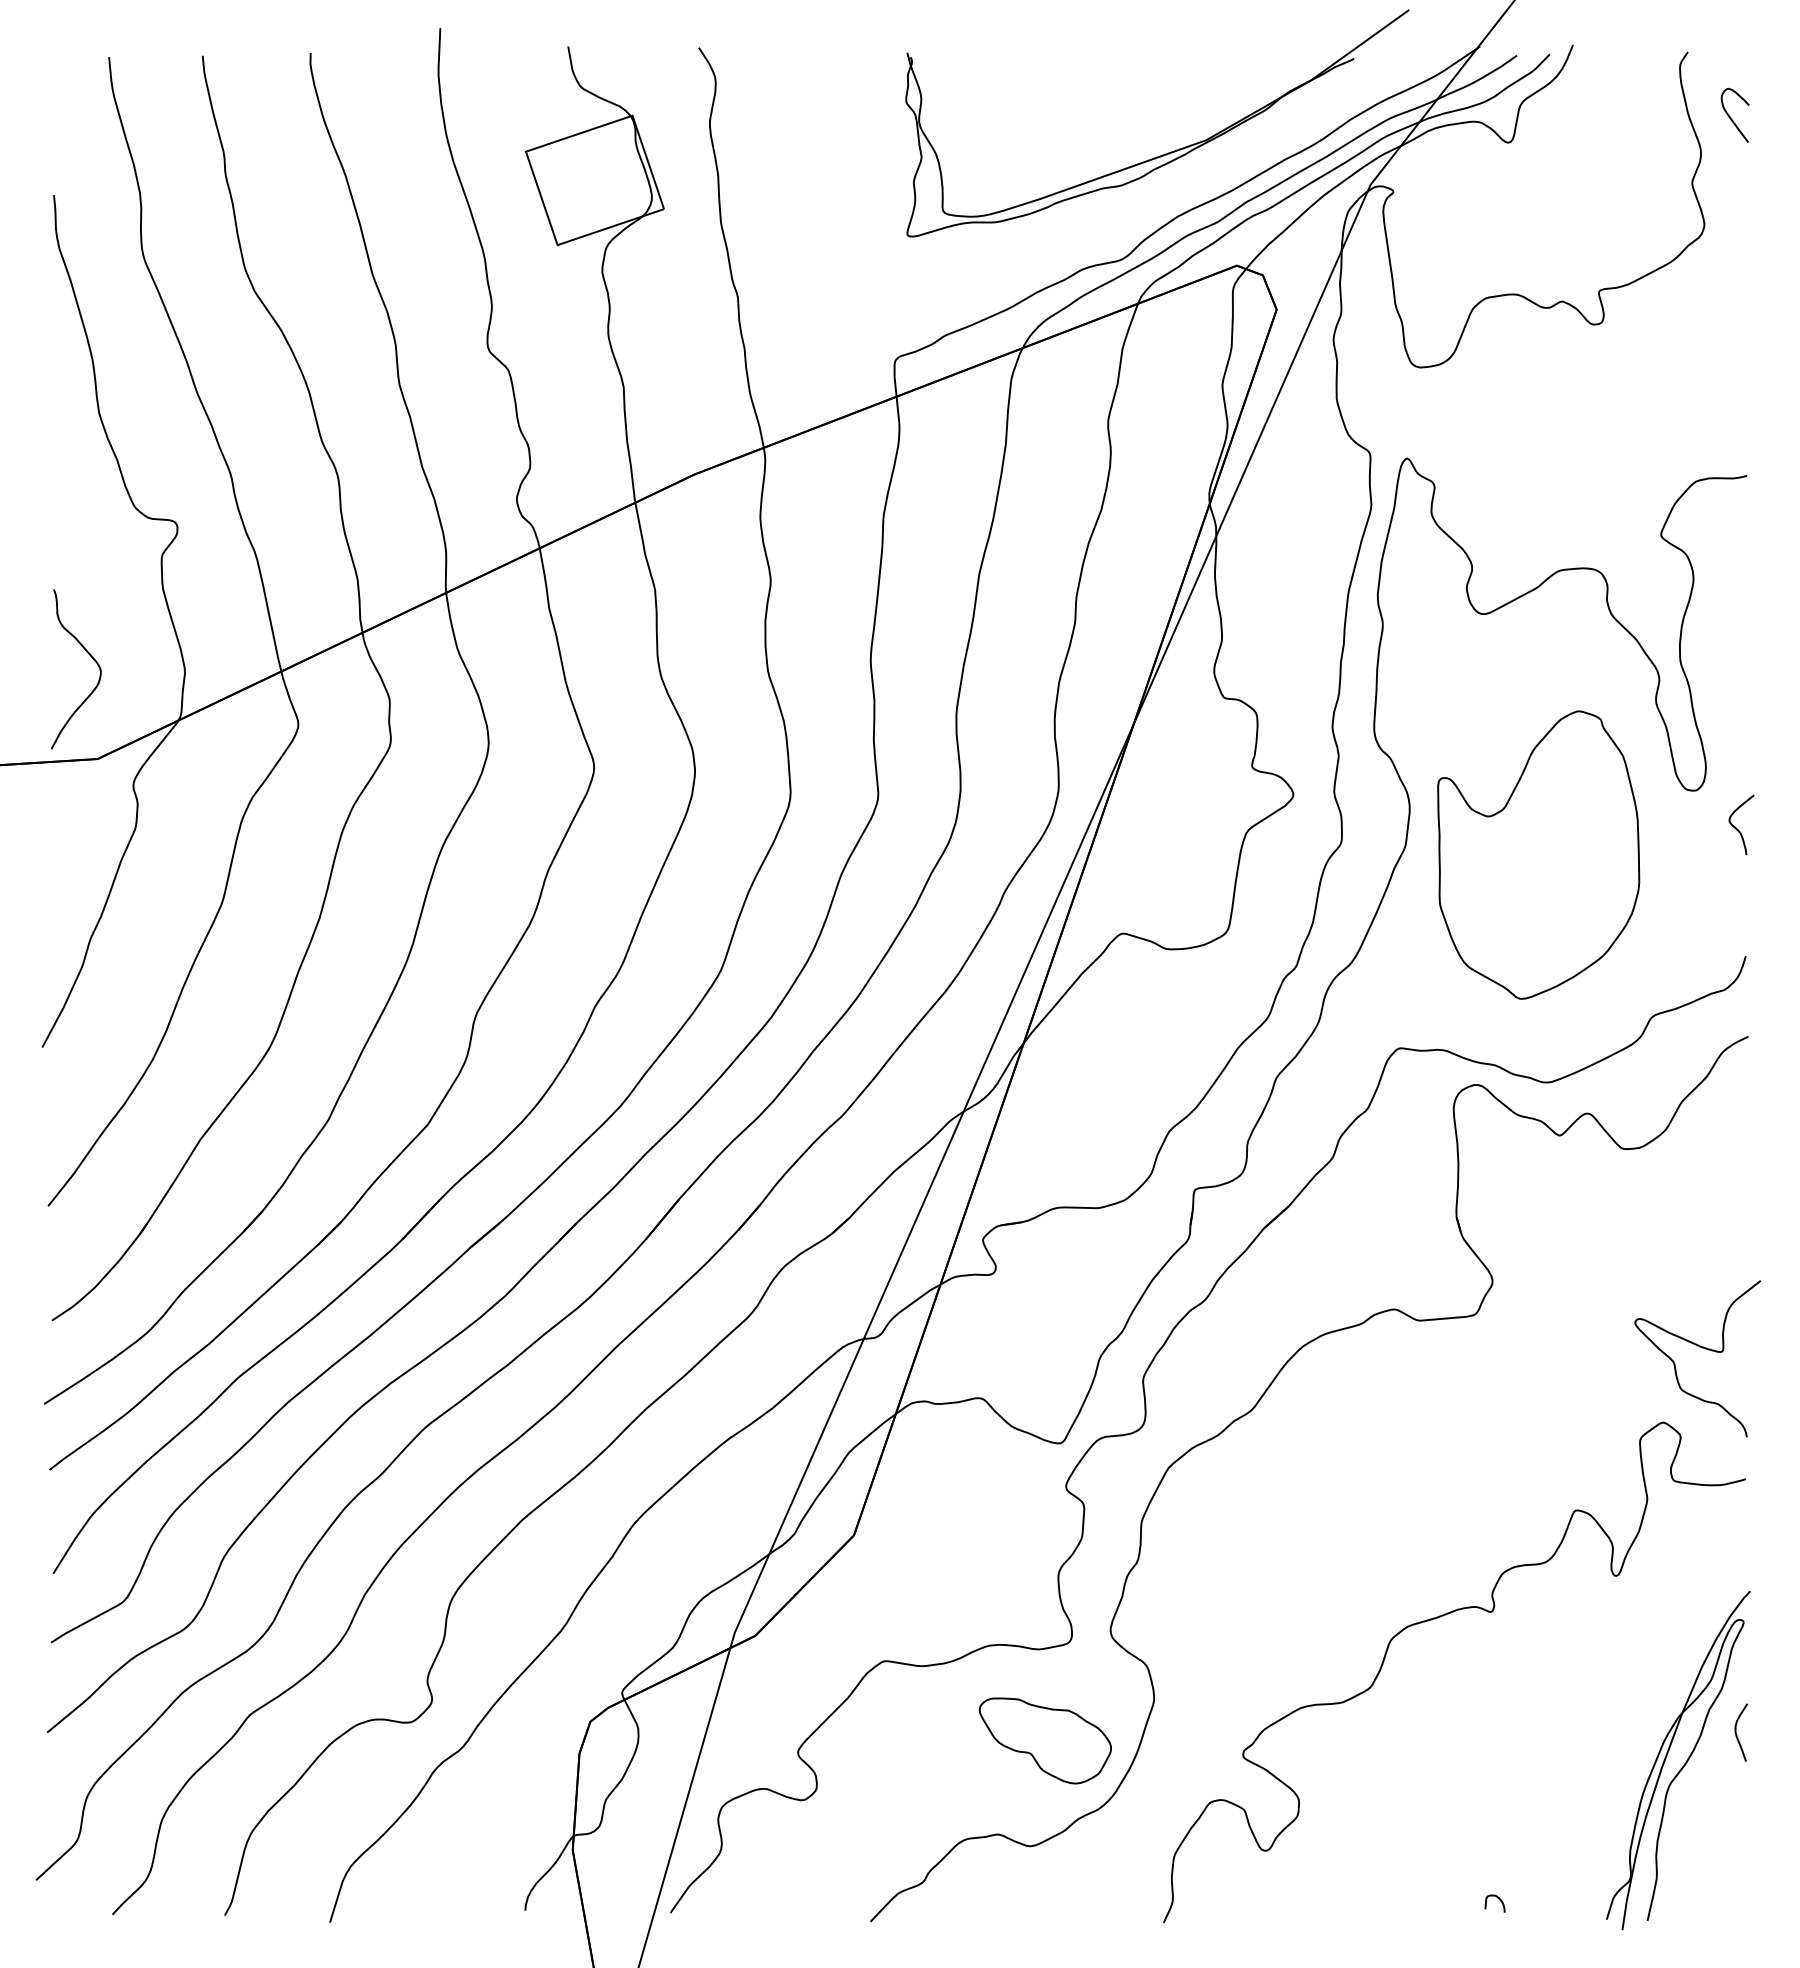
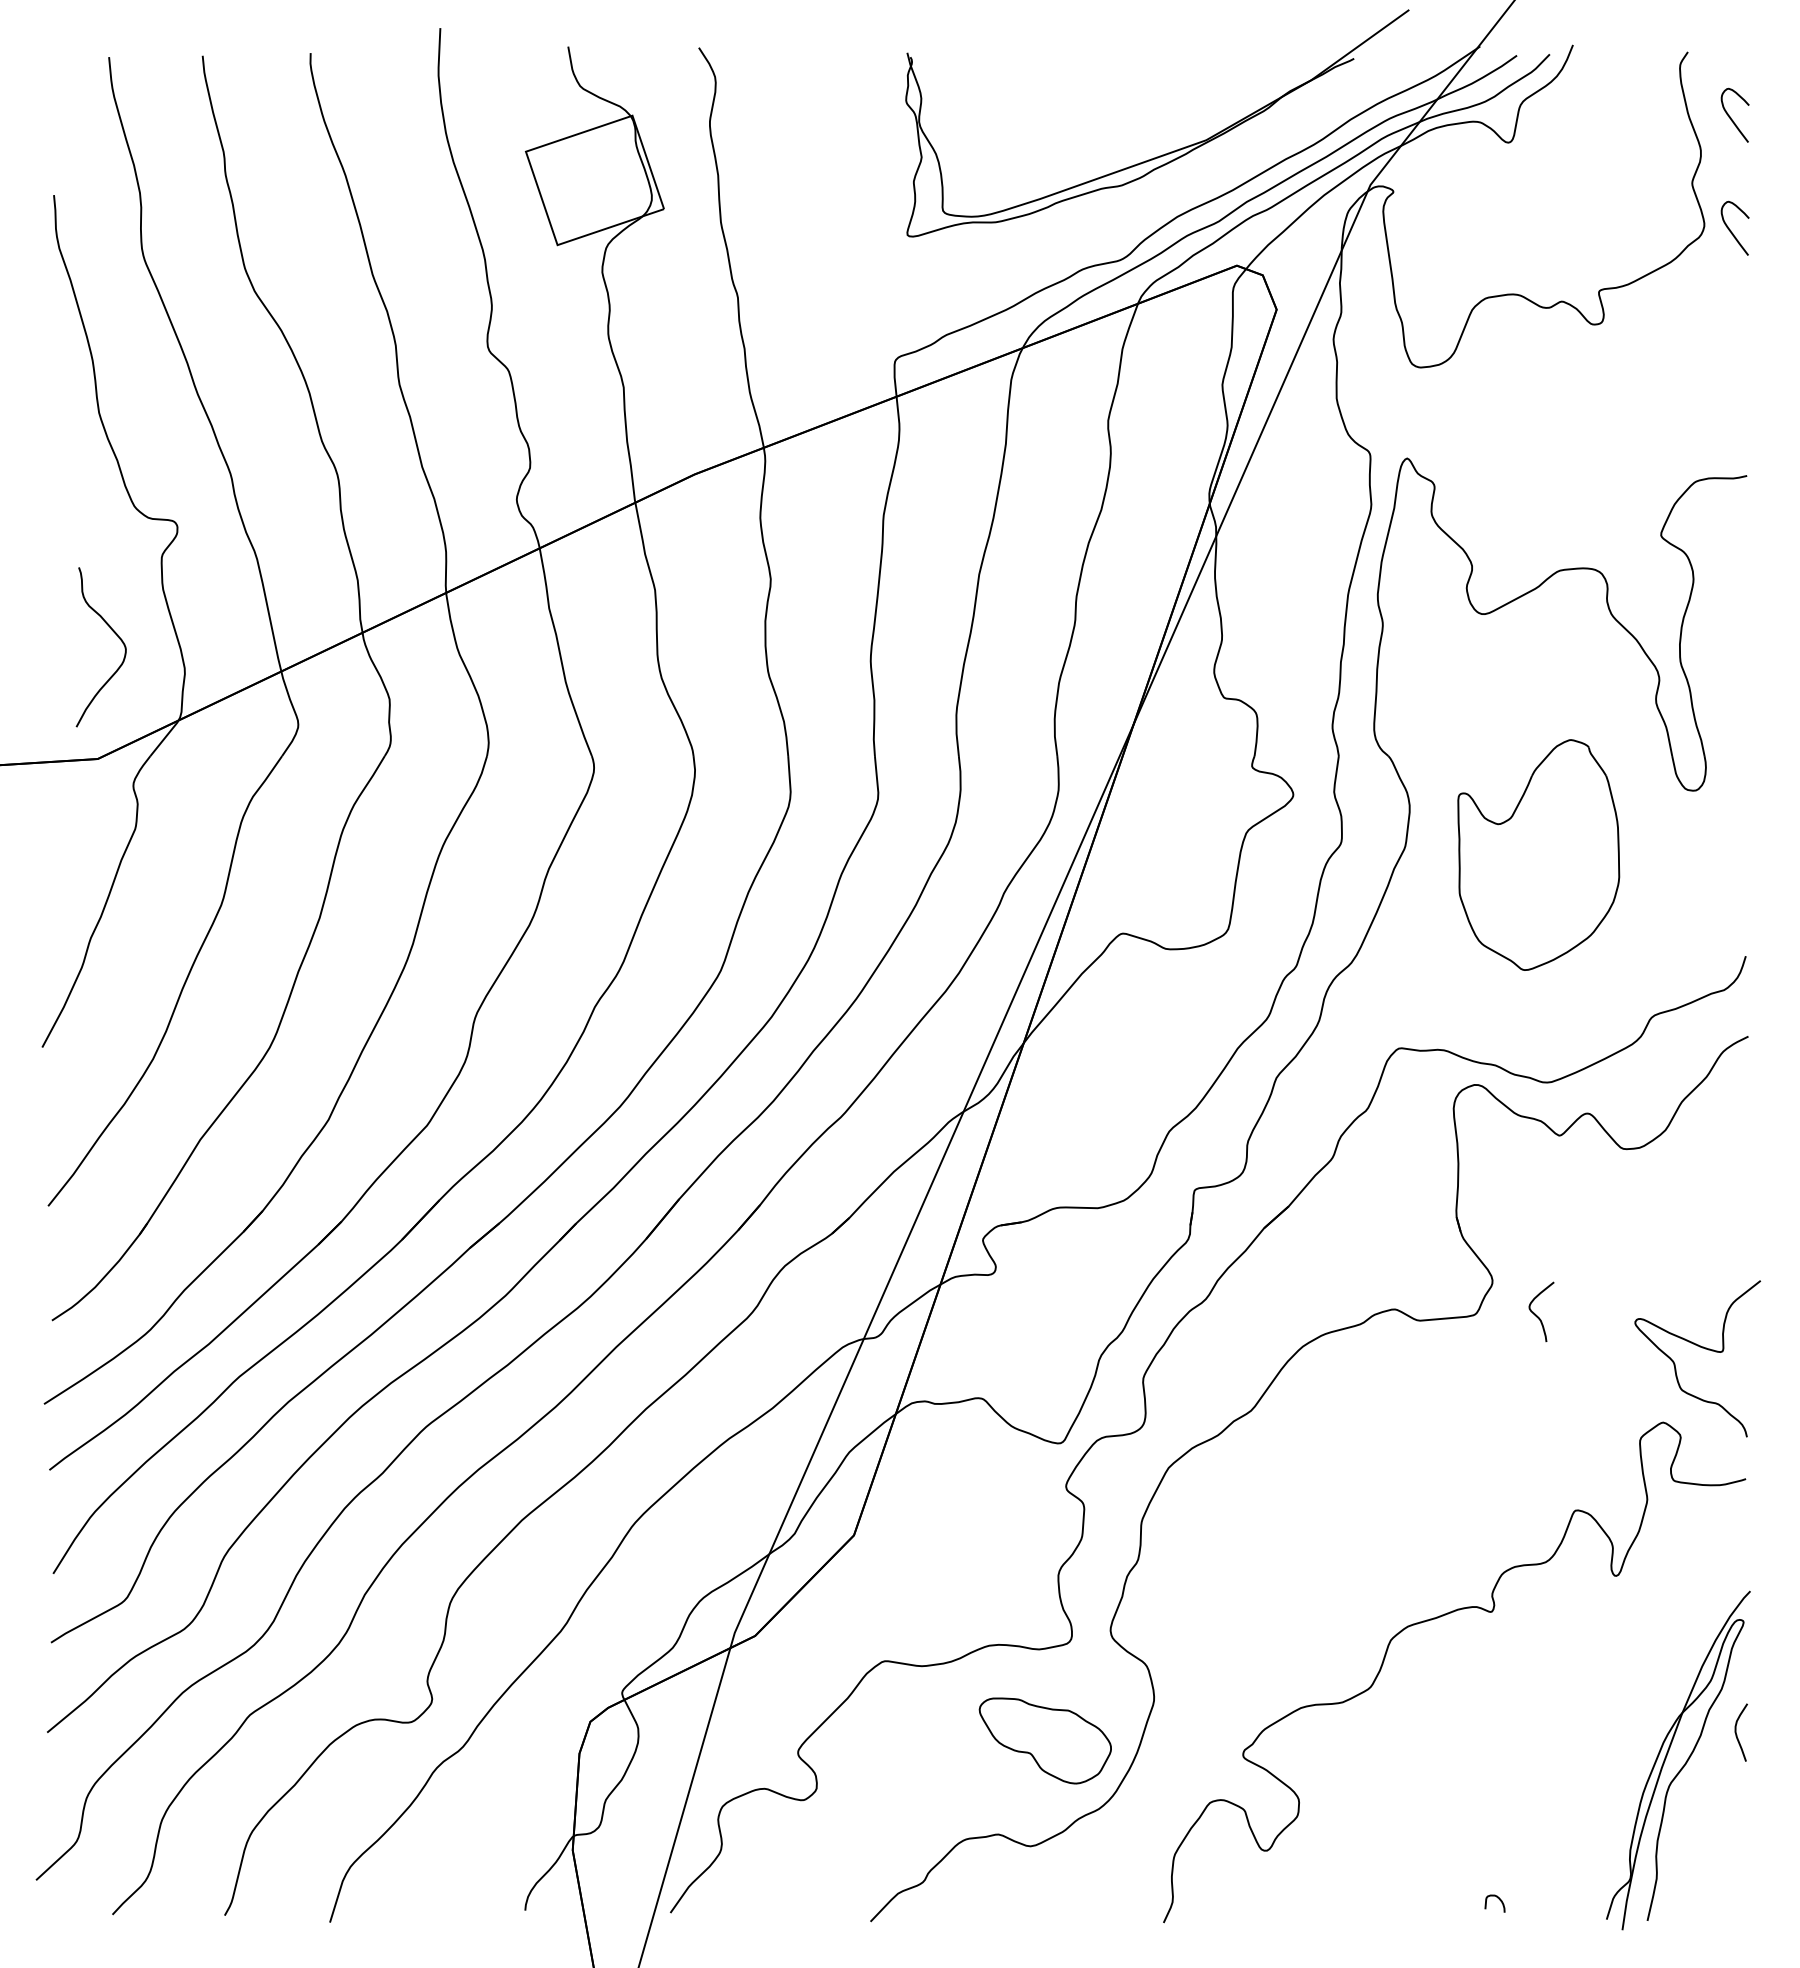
curve at (1731, 230): none -> present
curve at (89, 655) position: (89, 655) -> (114, 633)
curve at (1737, 828) position: (1737, 828) -> (1537, 1315)
part at (1538, 854) size: 204x290 px -> 164x232 px
